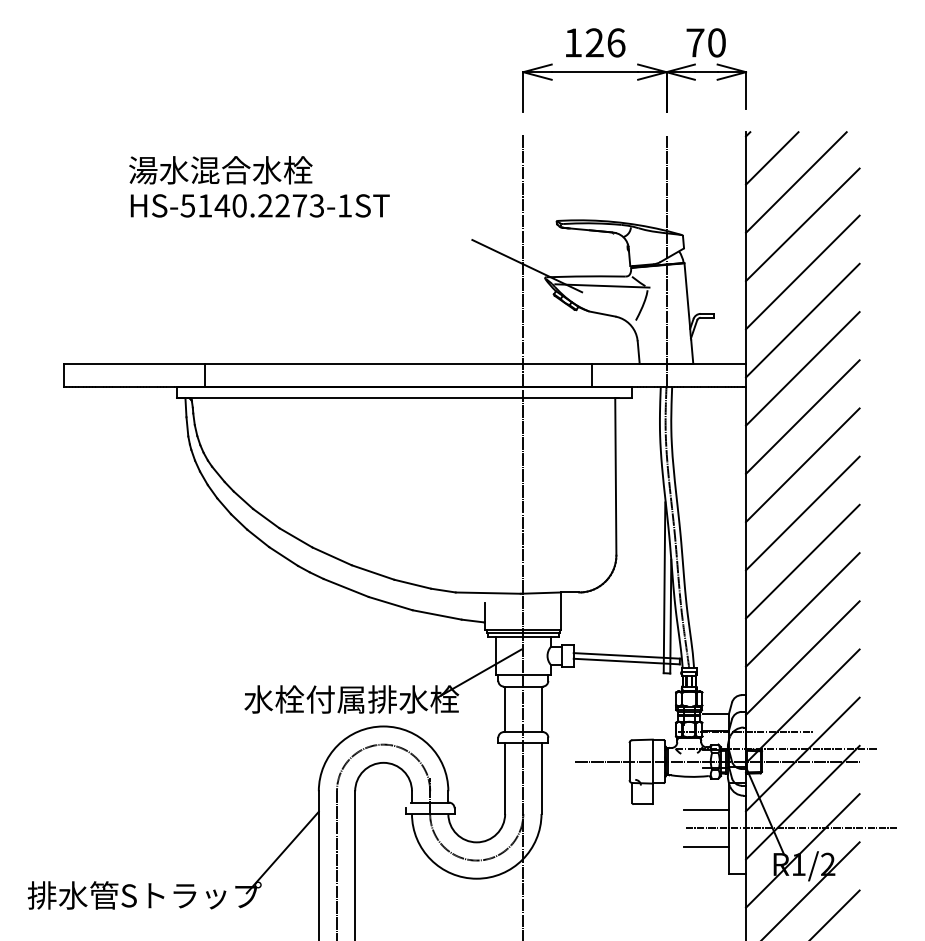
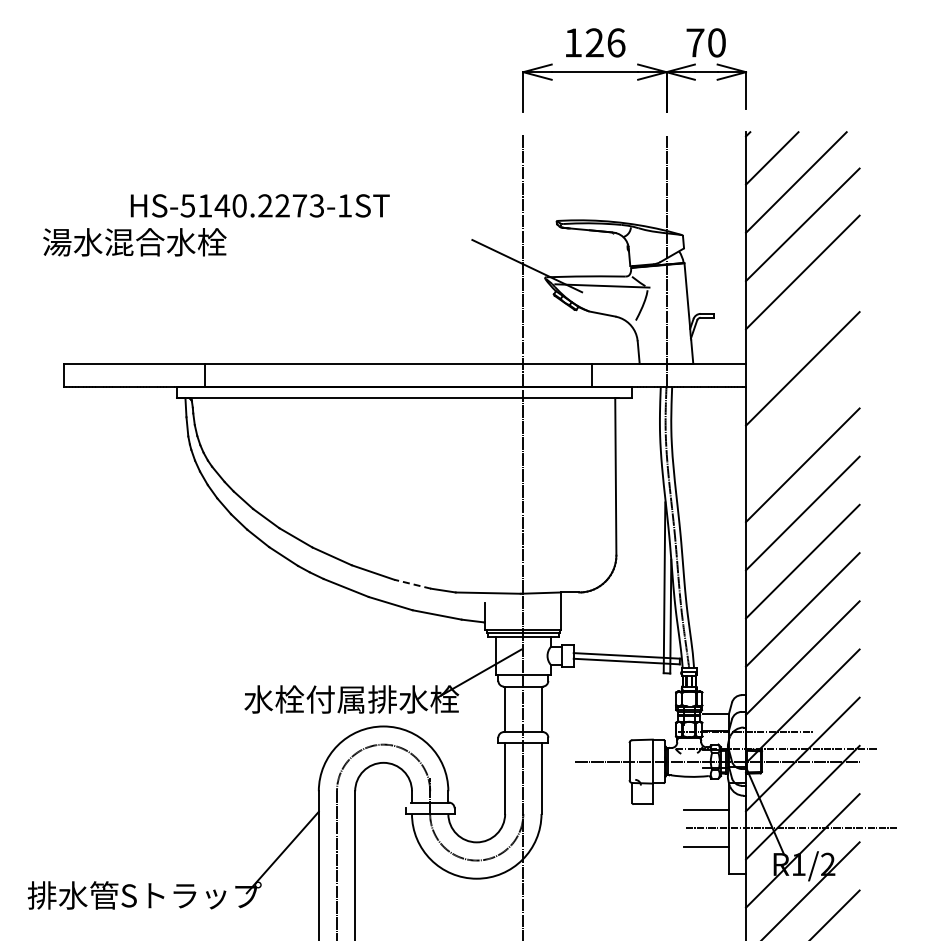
text at (220, 170) position: (220, 170) -> (134, 242)
line at (802, 320): present -> none
line at (802, 416): present -> none
line at (412, 584): solid -> dashed
